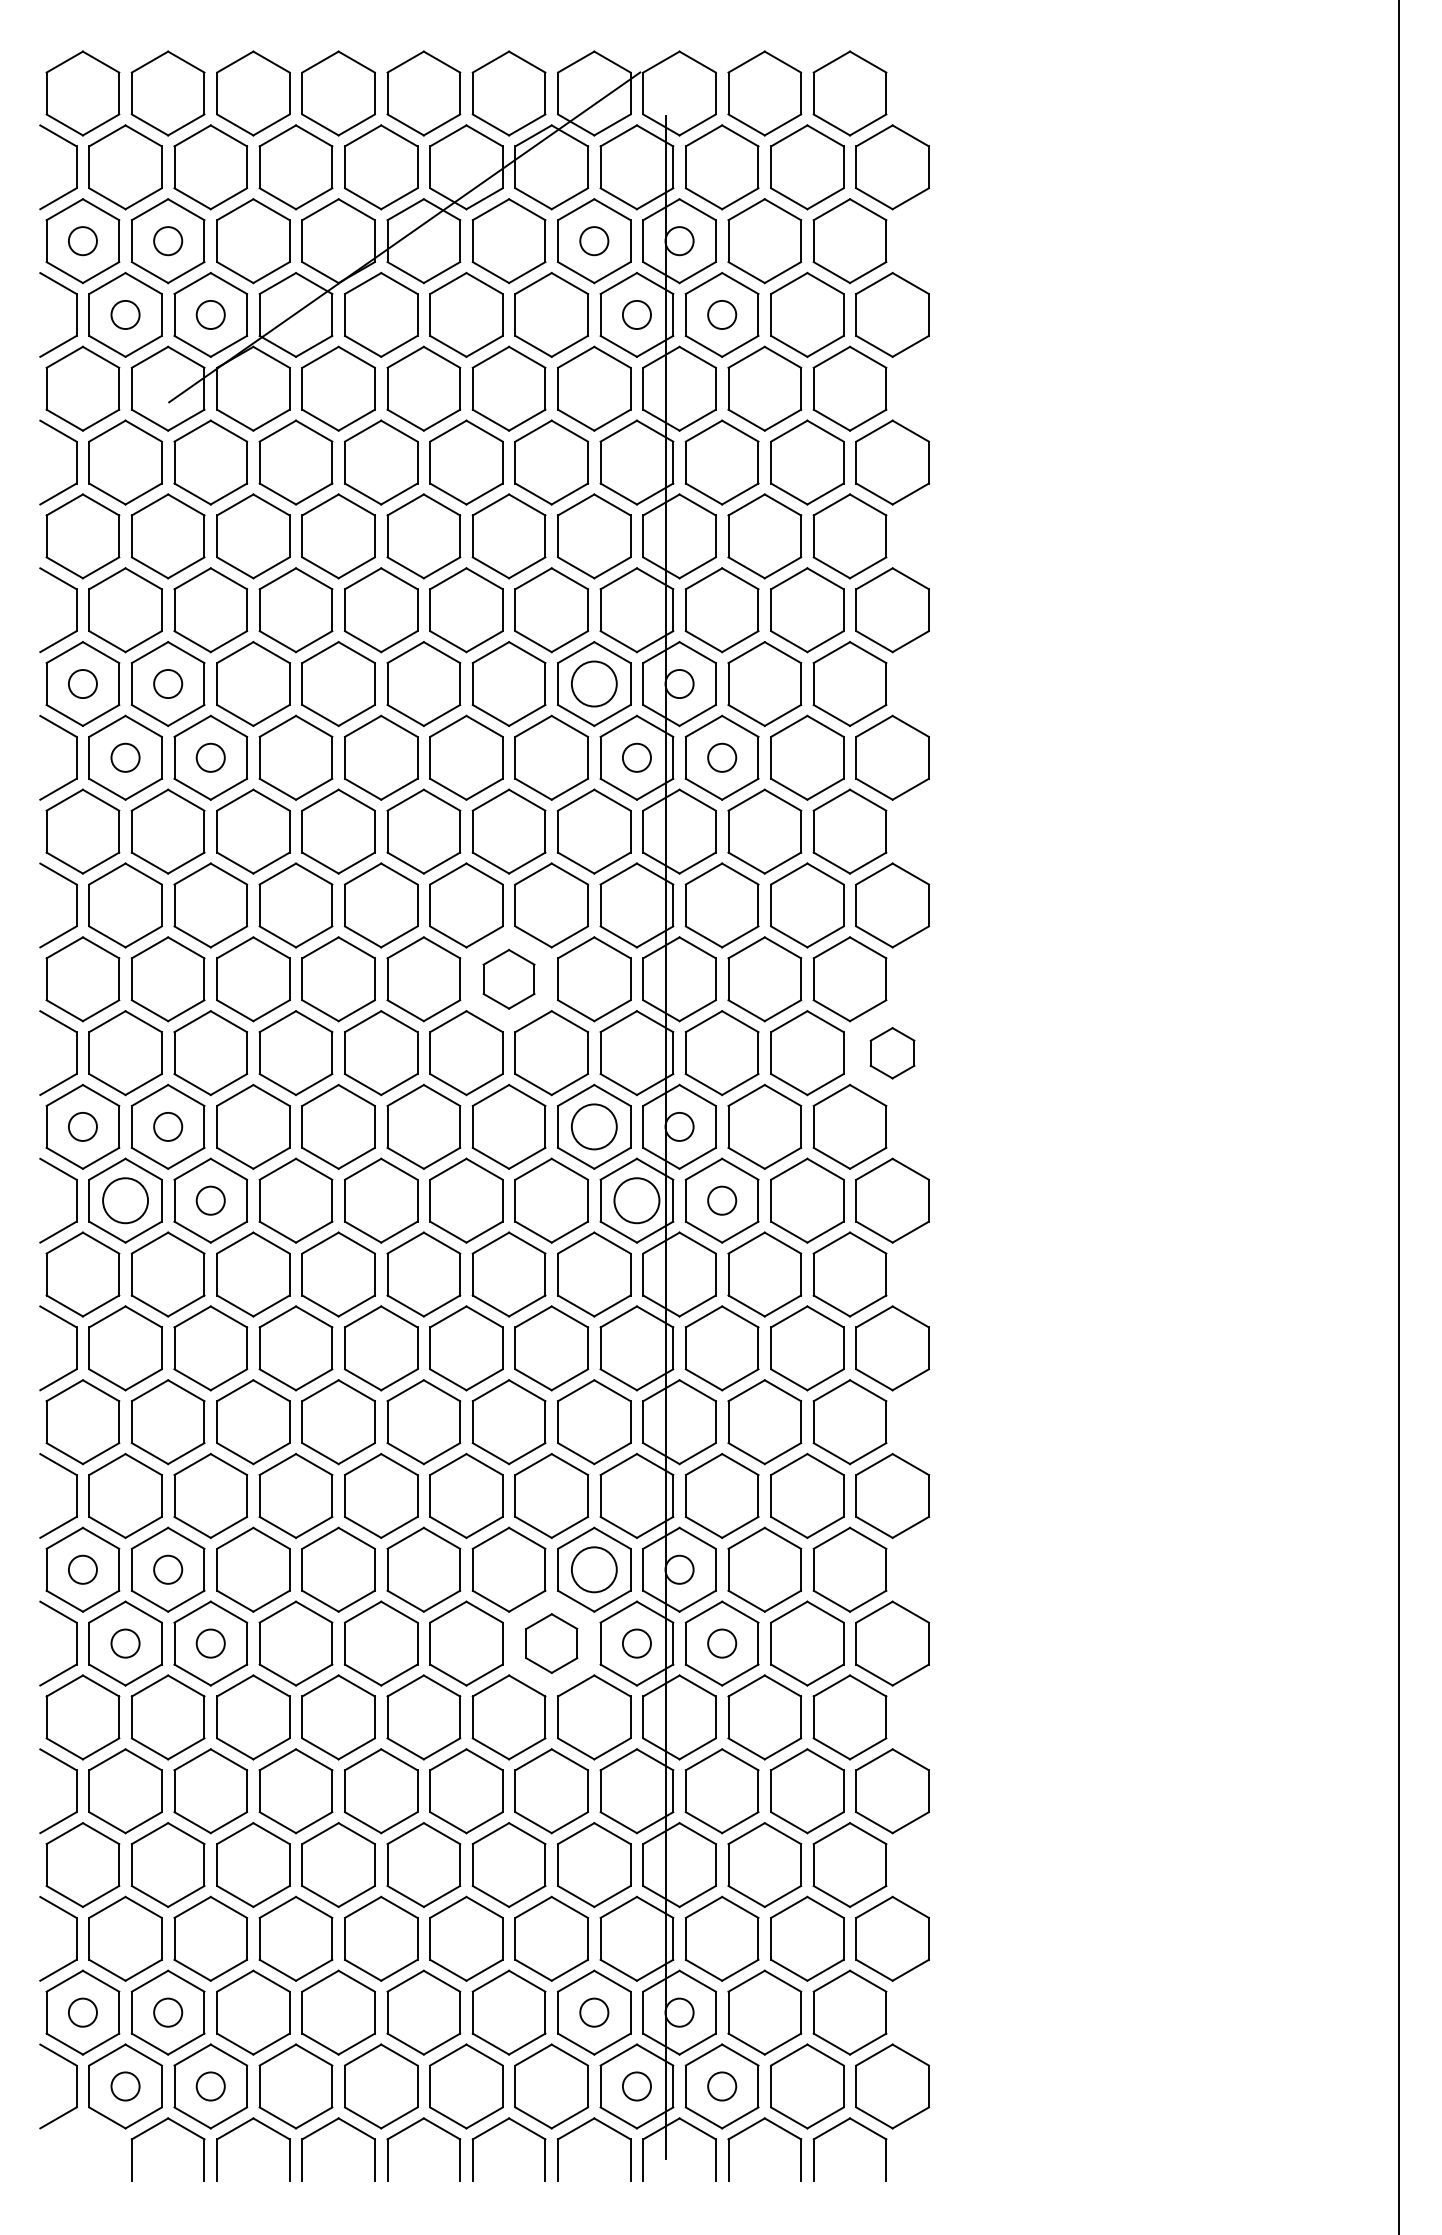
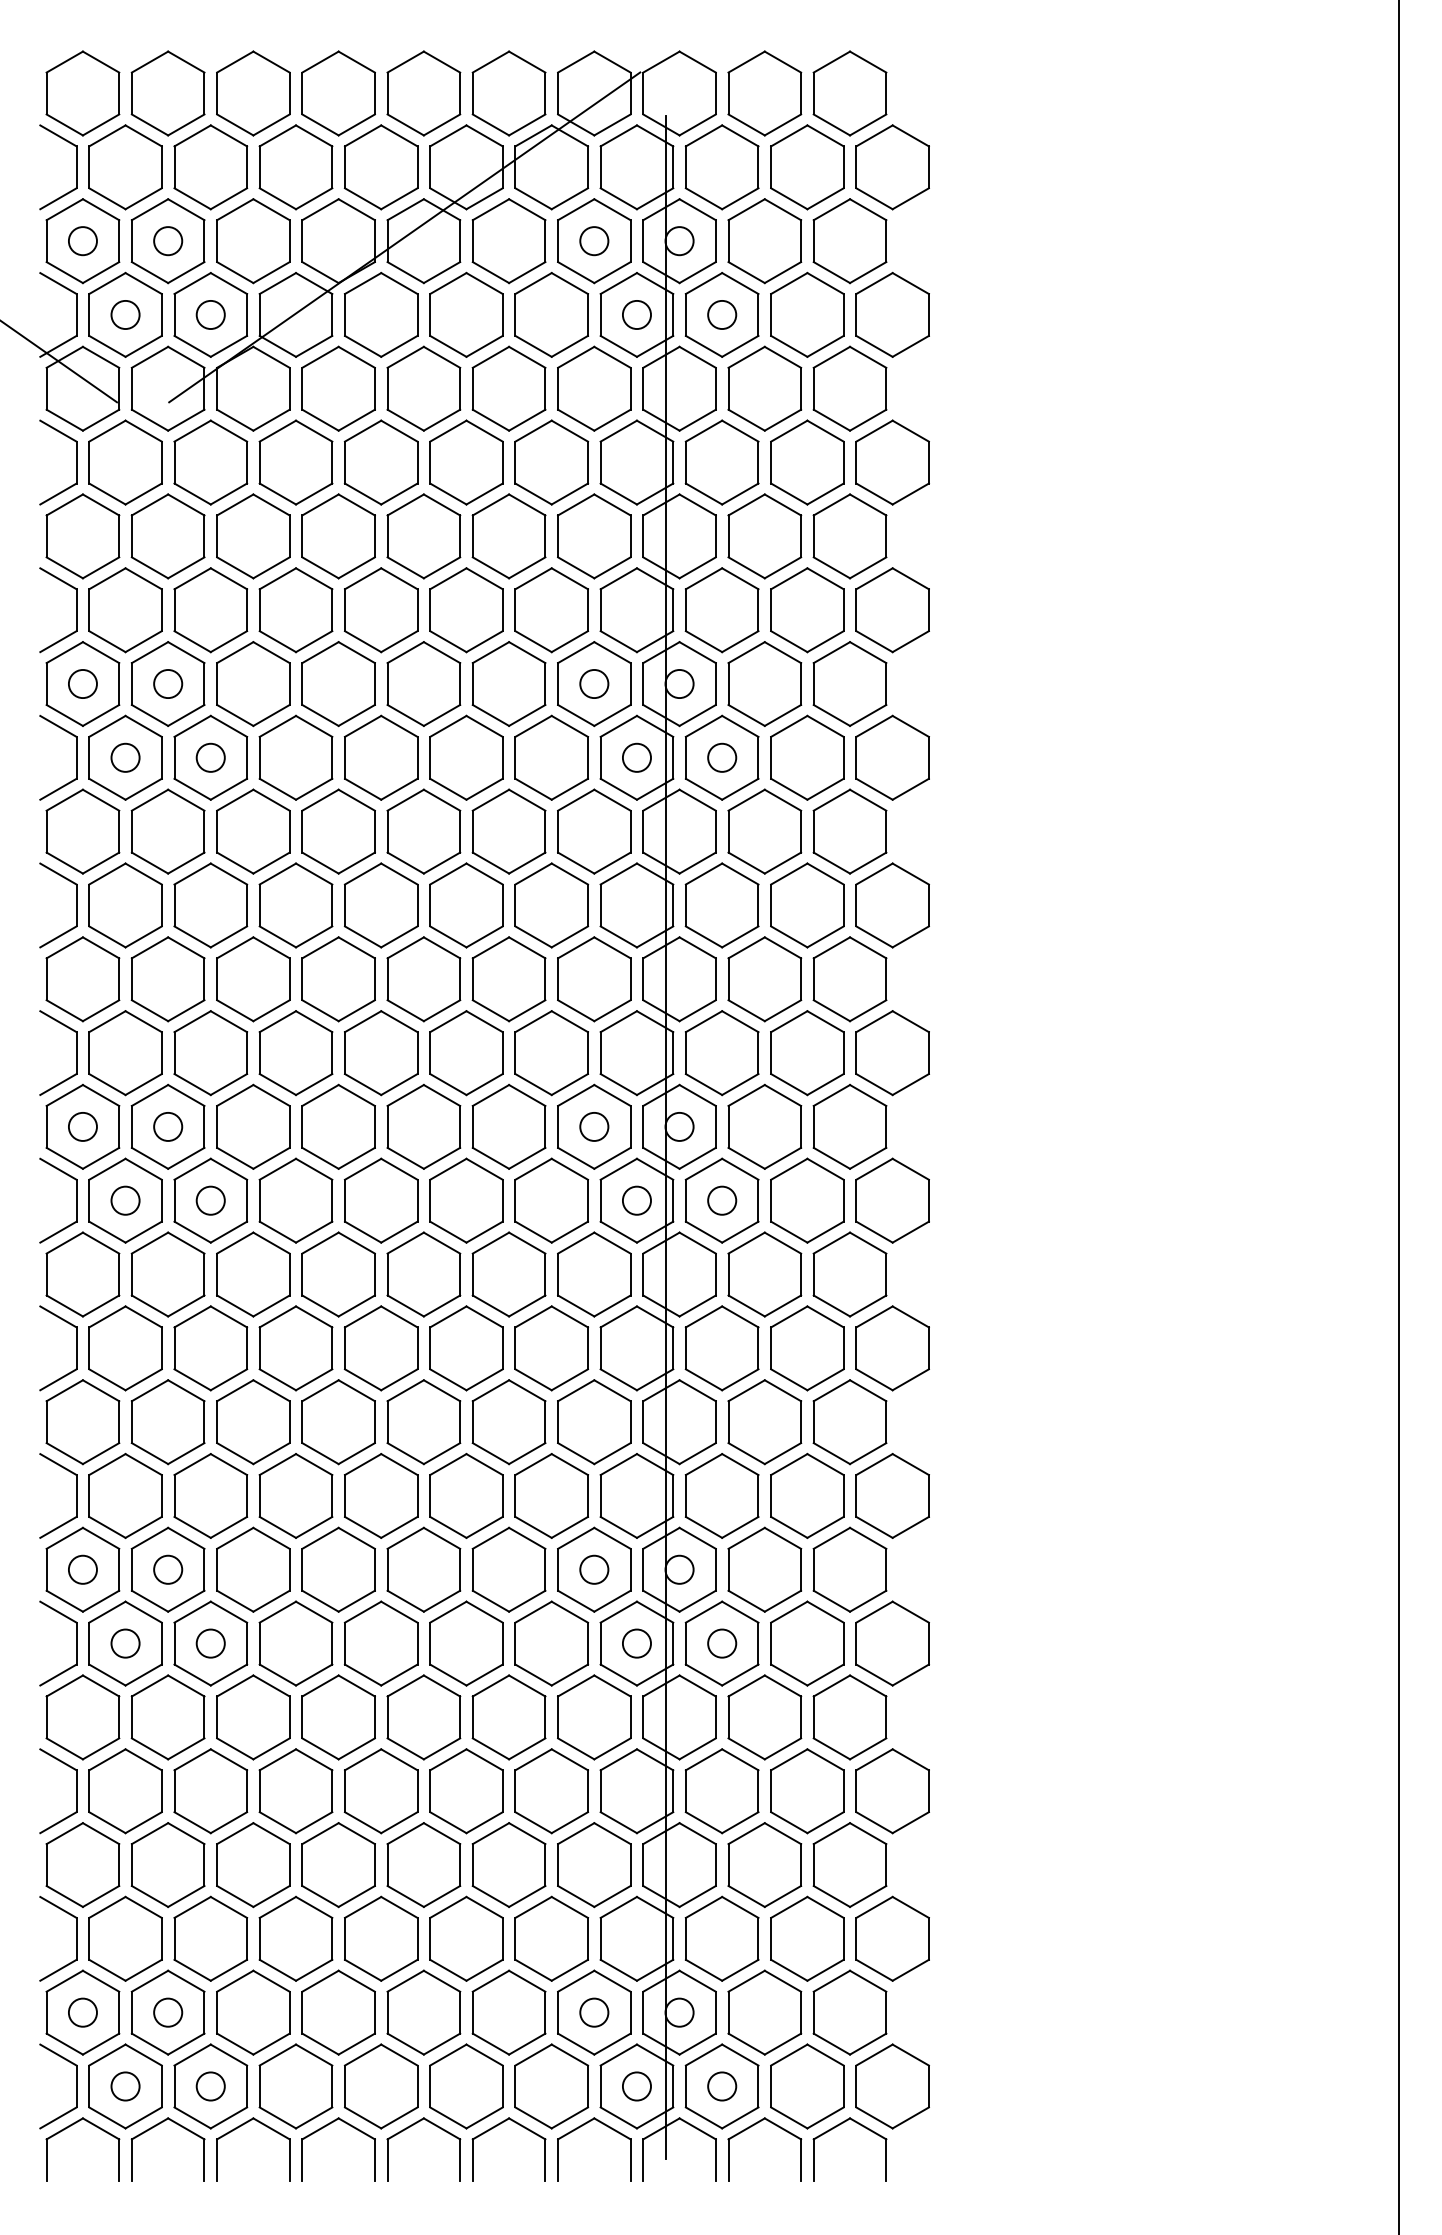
line at (59, 362): none -> present
circle at (593, 683) diameter: 45 px -> 28 px
part at (508, 979) size: 54x61 px -> 76x87 px
part at (892, 1053) size: 47x53 px -> 75x87 px
circle at (593, 1126) diameter: 45 px -> 28 px
circle at (125, 1200) diameter: 45 px -> 28 px
circle at (636, 1200) diameter: 45 px -> 28 px
circle at (593, 1569) diameter: 45 px -> 28 px
part at (551, 1643) size: 54x61 px -> 76x87 px
part at (71, 2126): none -> present
